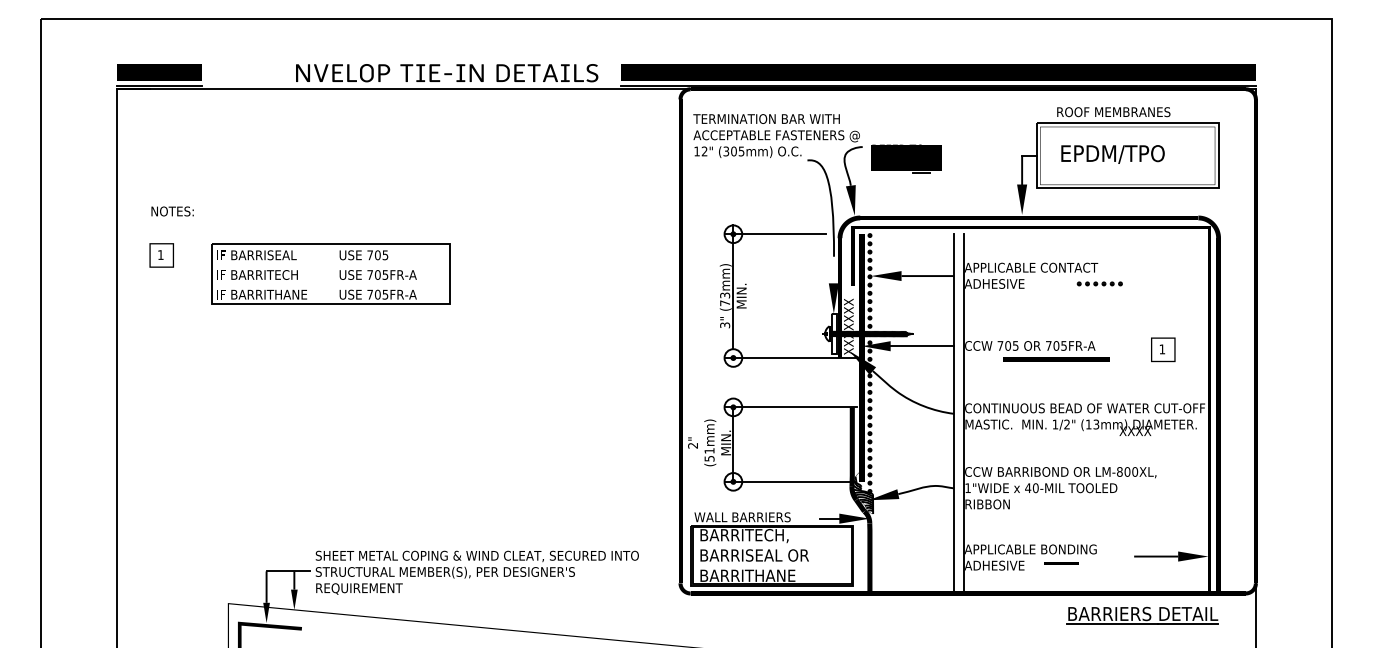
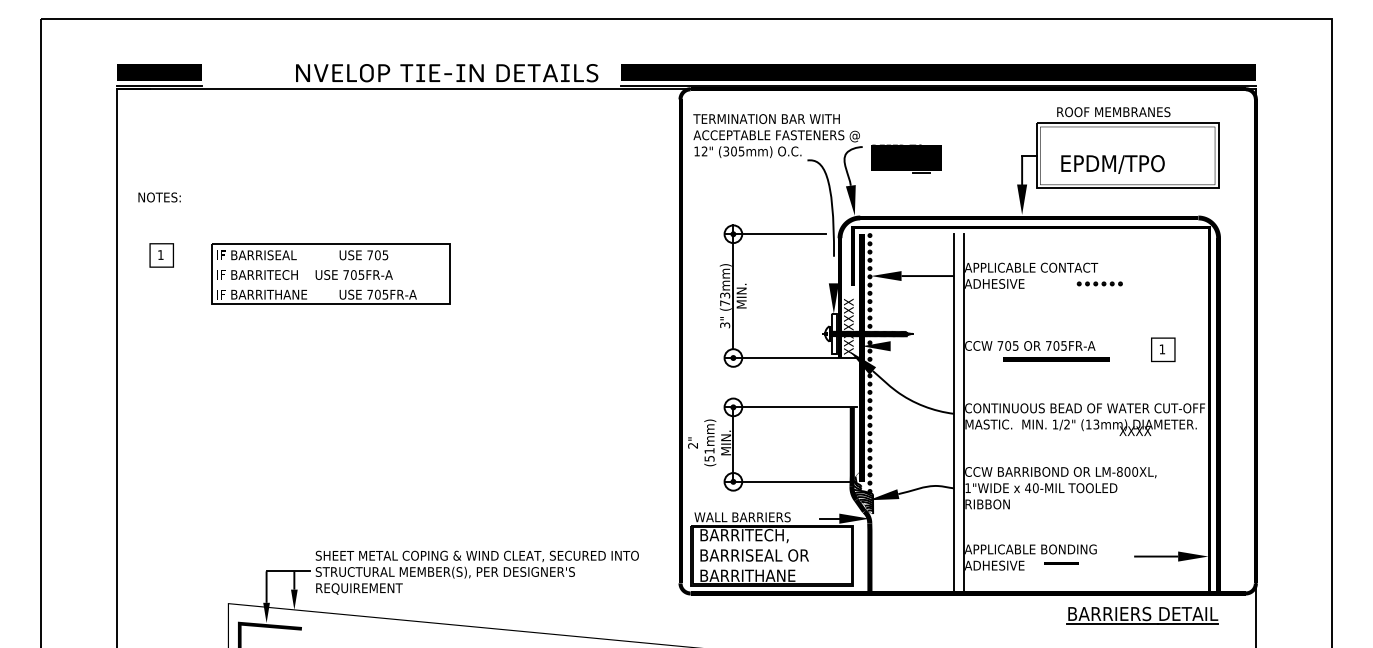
text at (1112, 154) position: (1112, 154) -> (1112, 164)
text at (172, 211) position: (172, 211) -> (159, 197)
text at (377, 274) position: (377, 274) -> (353, 274)
line at (922, 346): present -> none
